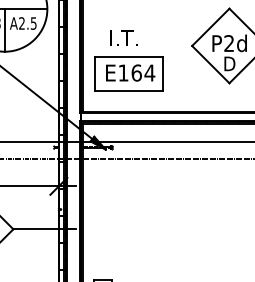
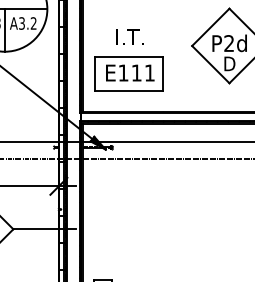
text at (27, 23): A2.5 -> A3.2
text at (123, 37) position: (123, 37) -> (129, 36)
text at (143, 72): E164 -> E111
